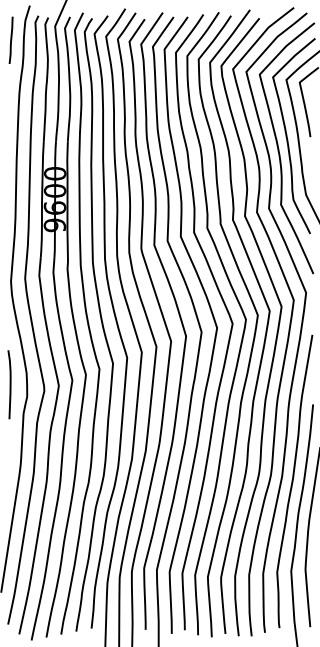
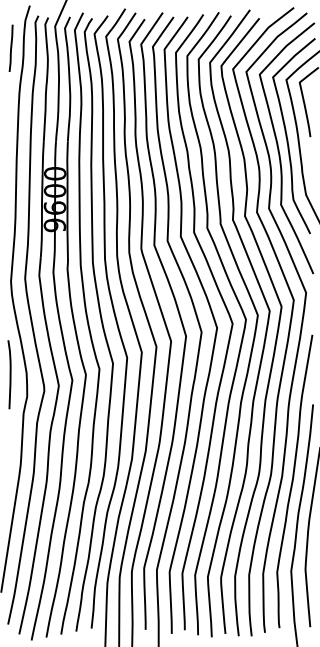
line at (10, 39) position: (10, 39) -> (10, 47)
curve at (9, 384) position: (9, 384) -> (9, 374)
